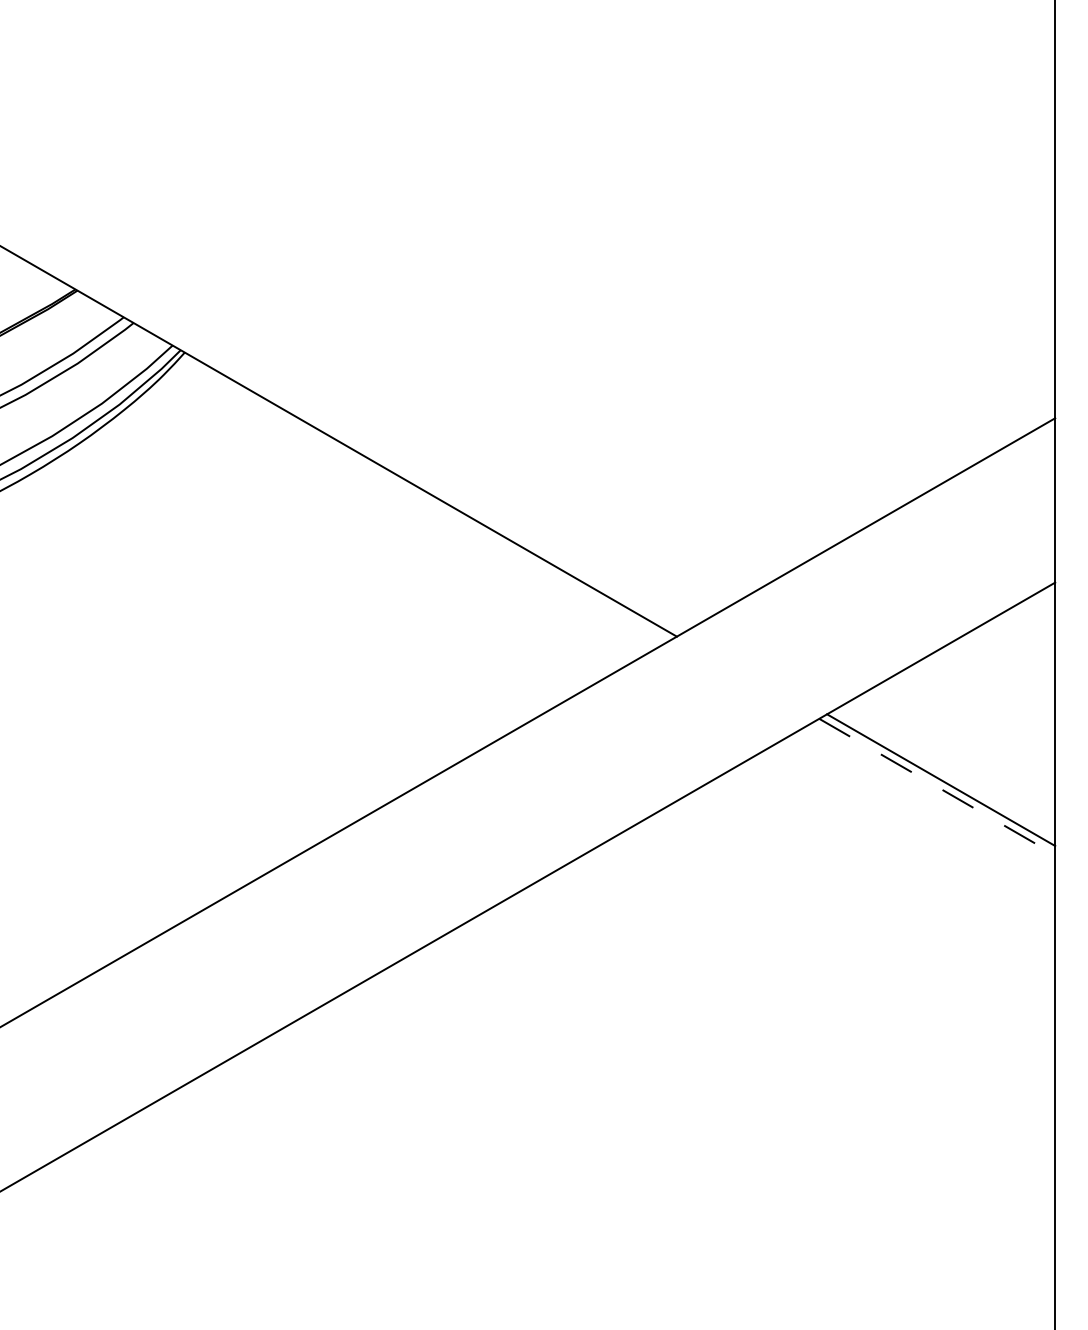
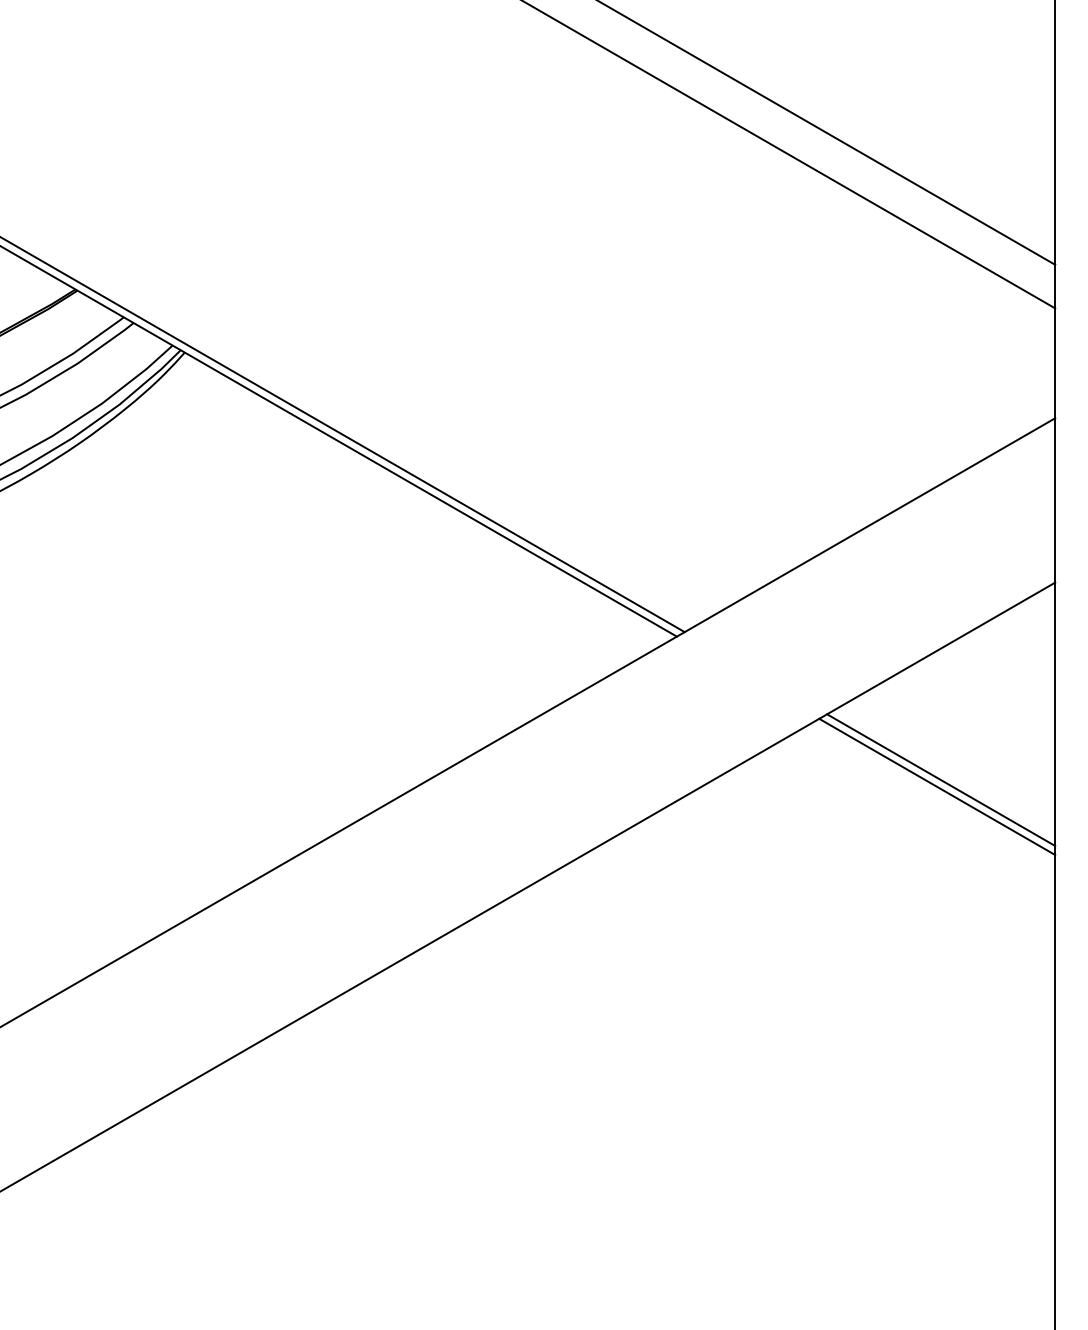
line at (827, 133): none -> present
line at (789, 155): none -> present
line at (343, 435): none -> present
line at (937, 787): dashed -> solid
